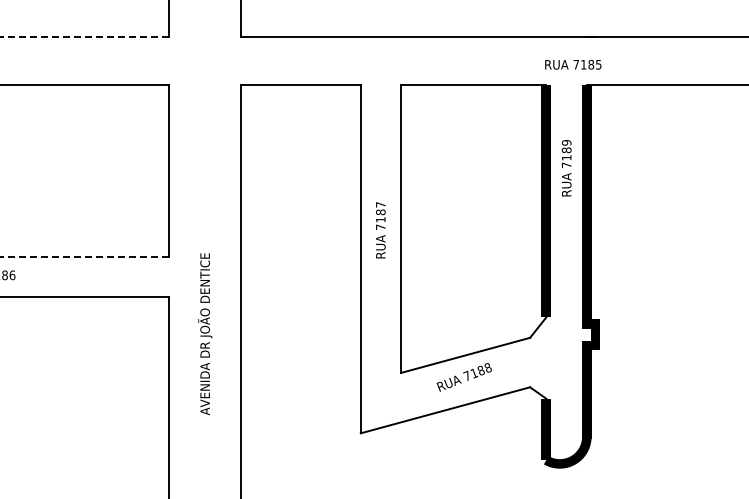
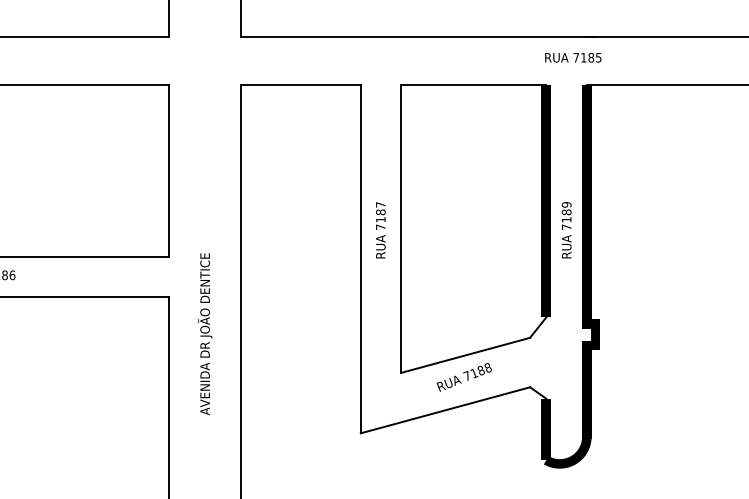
line at (84, 37): dashed -> solid
text at (573, 64) position: (573, 64) -> (573, 57)
text at (566, 168) position: (566, 168) -> (566, 230)
line at (84, 256): dashed -> solid
